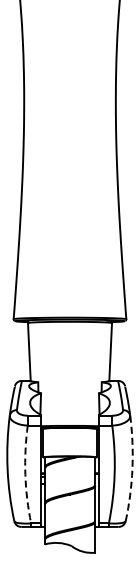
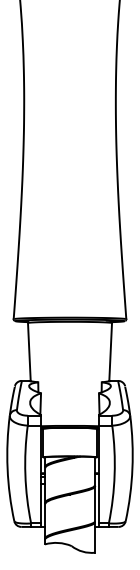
arc at (132, 468): dashed -> solid
arc at (25, 474): dashed -> solid
